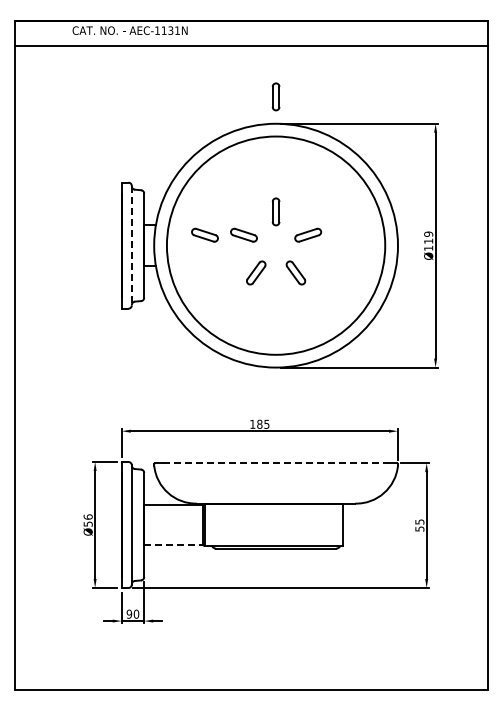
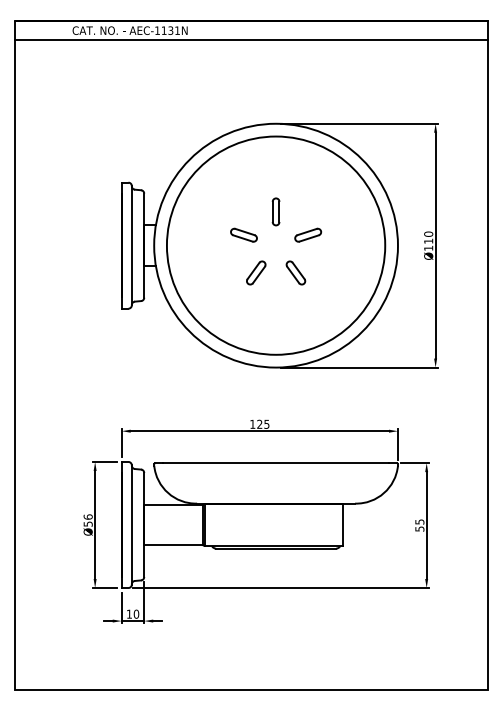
line at (251, 46) position: (251, 46) -> (251, 40)
part at (275, 96): present -> none
text at (428, 233): Ø119 -> Ø110
part at (204, 234): present -> none
line at (131, 246): dashed -> solid
text at (259, 424): 185 -> 125
line at (276, 463): dashed -> solid
line at (173, 545): dashed -> solid
text at (129, 613): 90 -> 10
